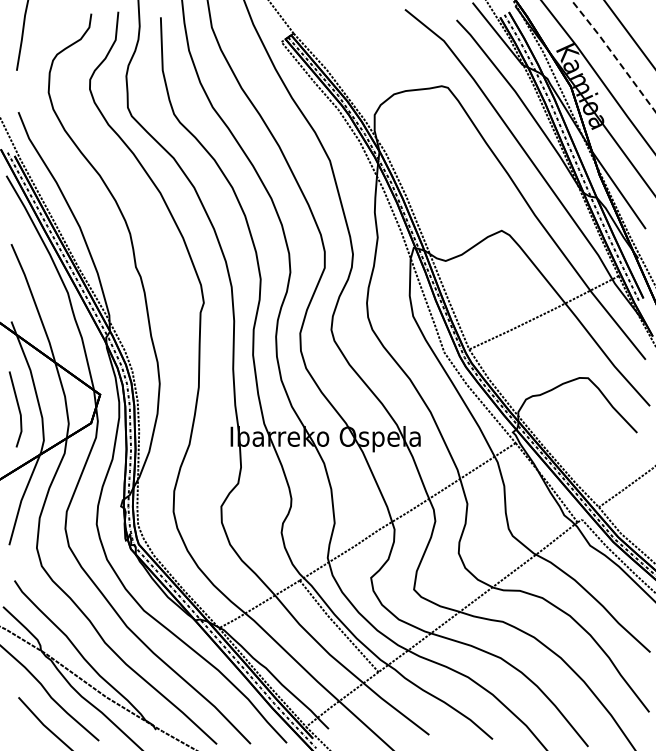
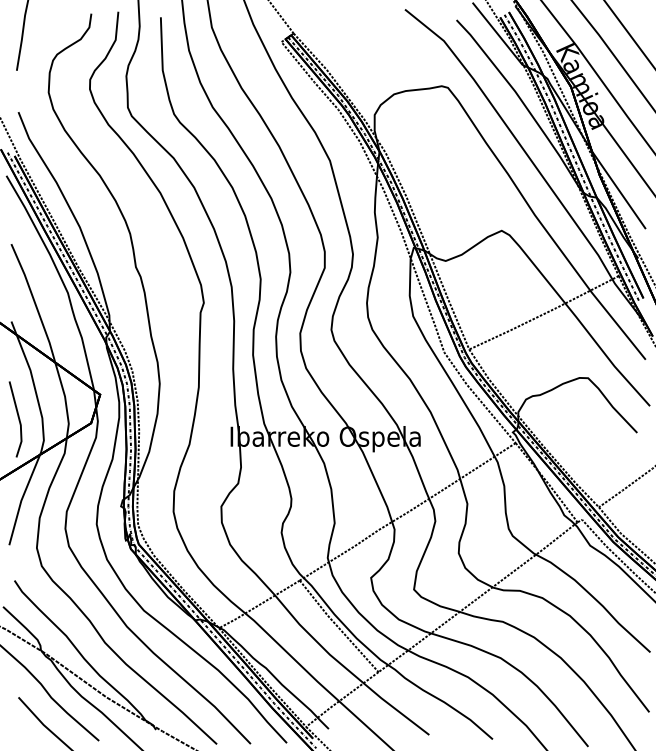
line at (614, 55): dashed -> solid
line at (17, 407) position: (17, 407) -> (17, 417)
